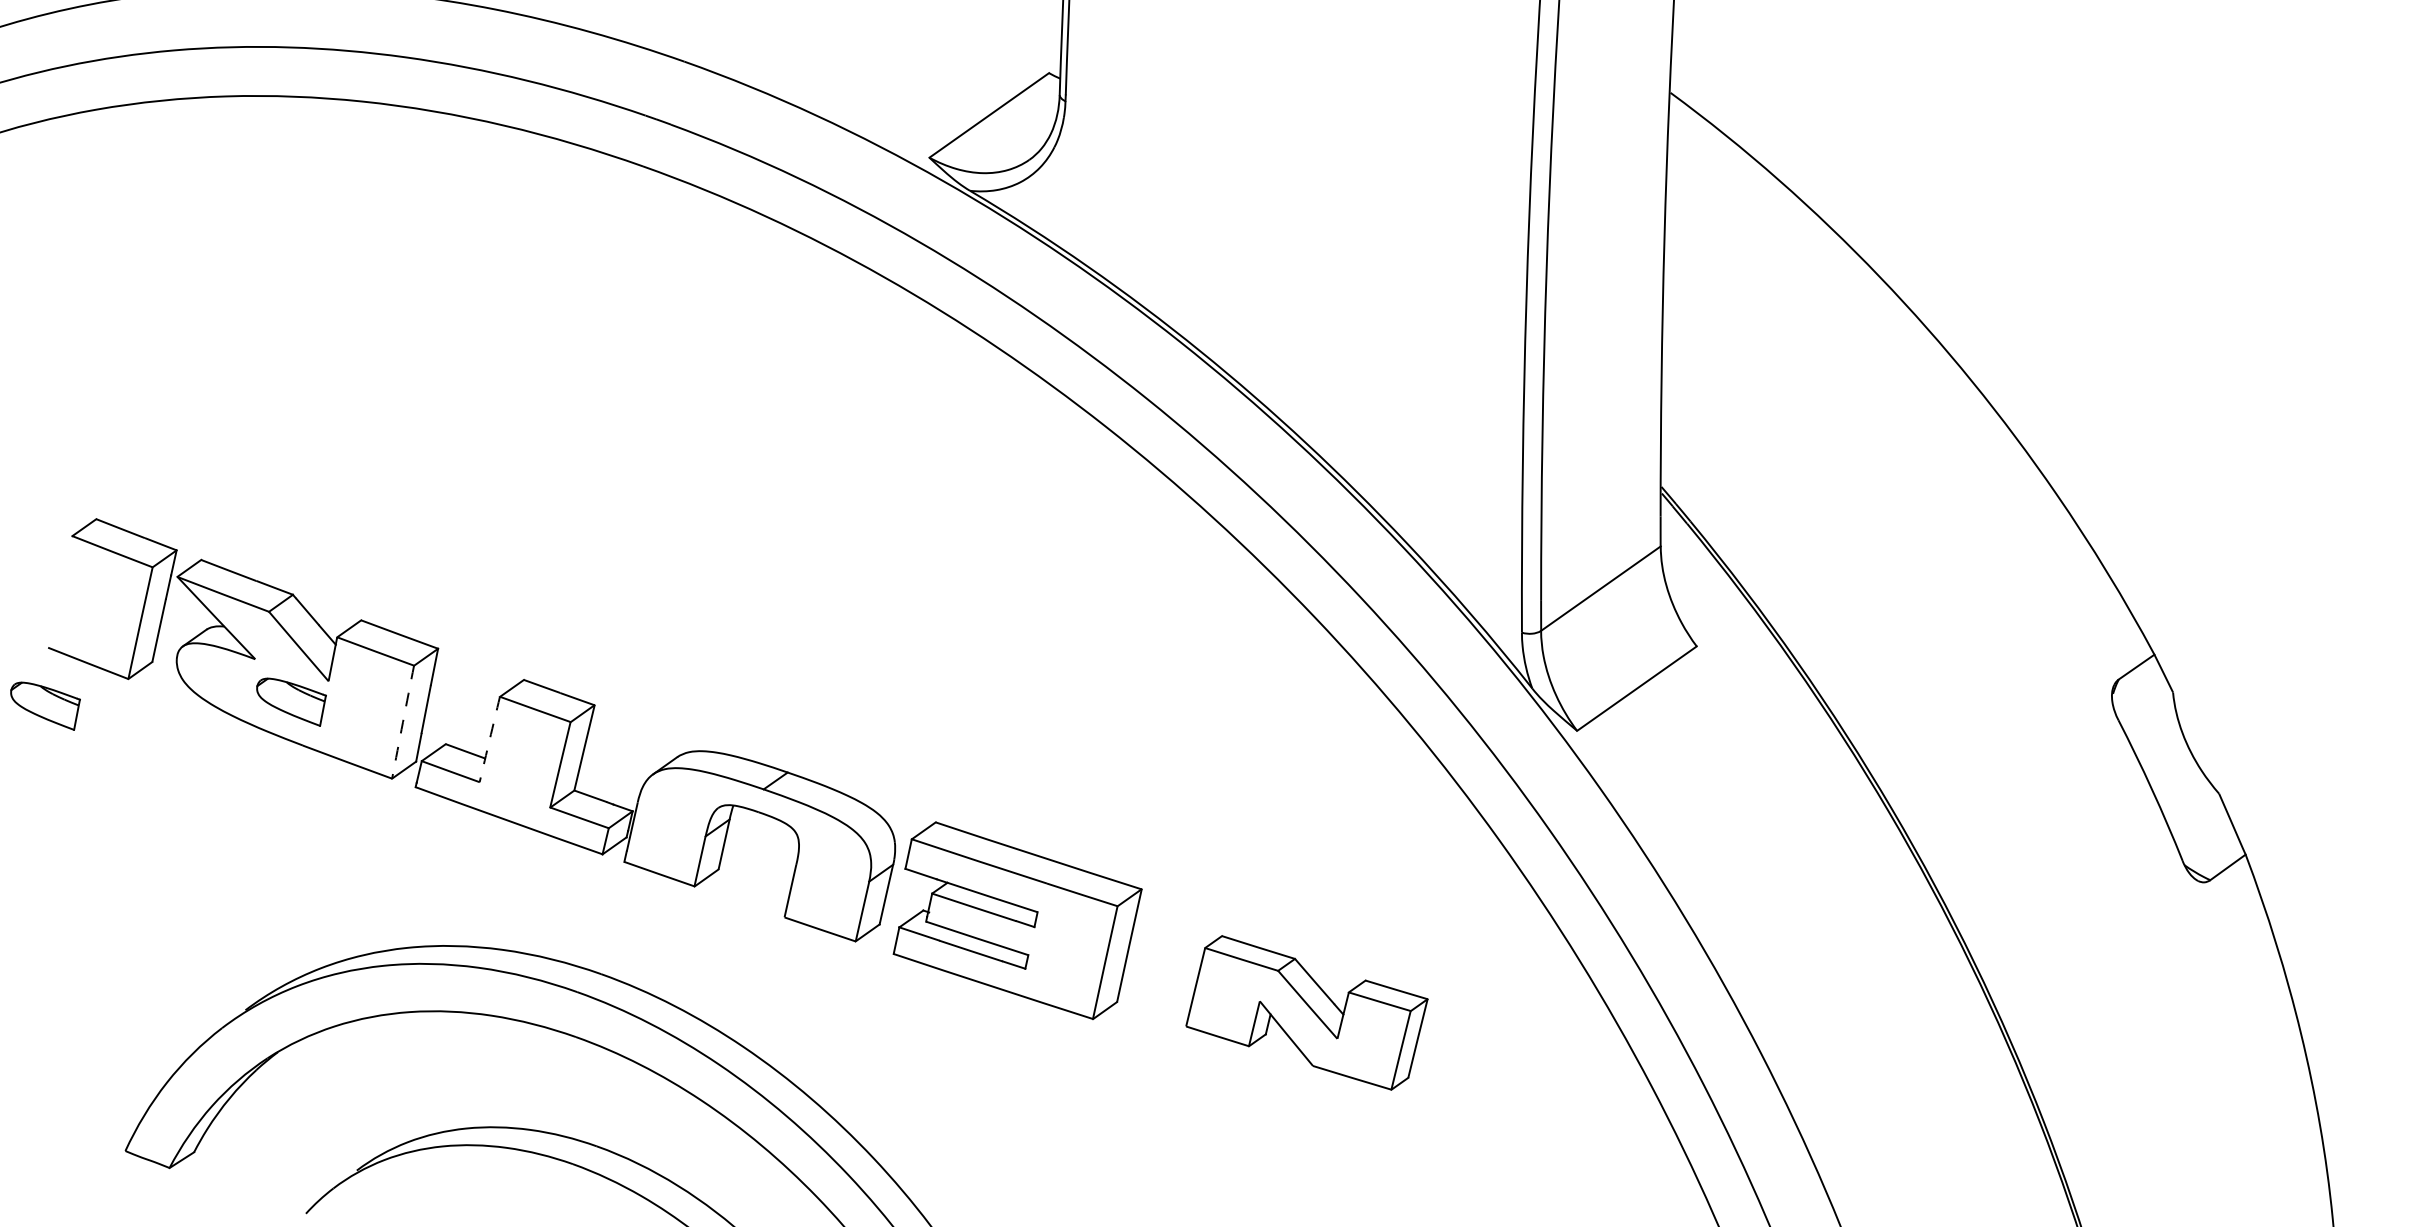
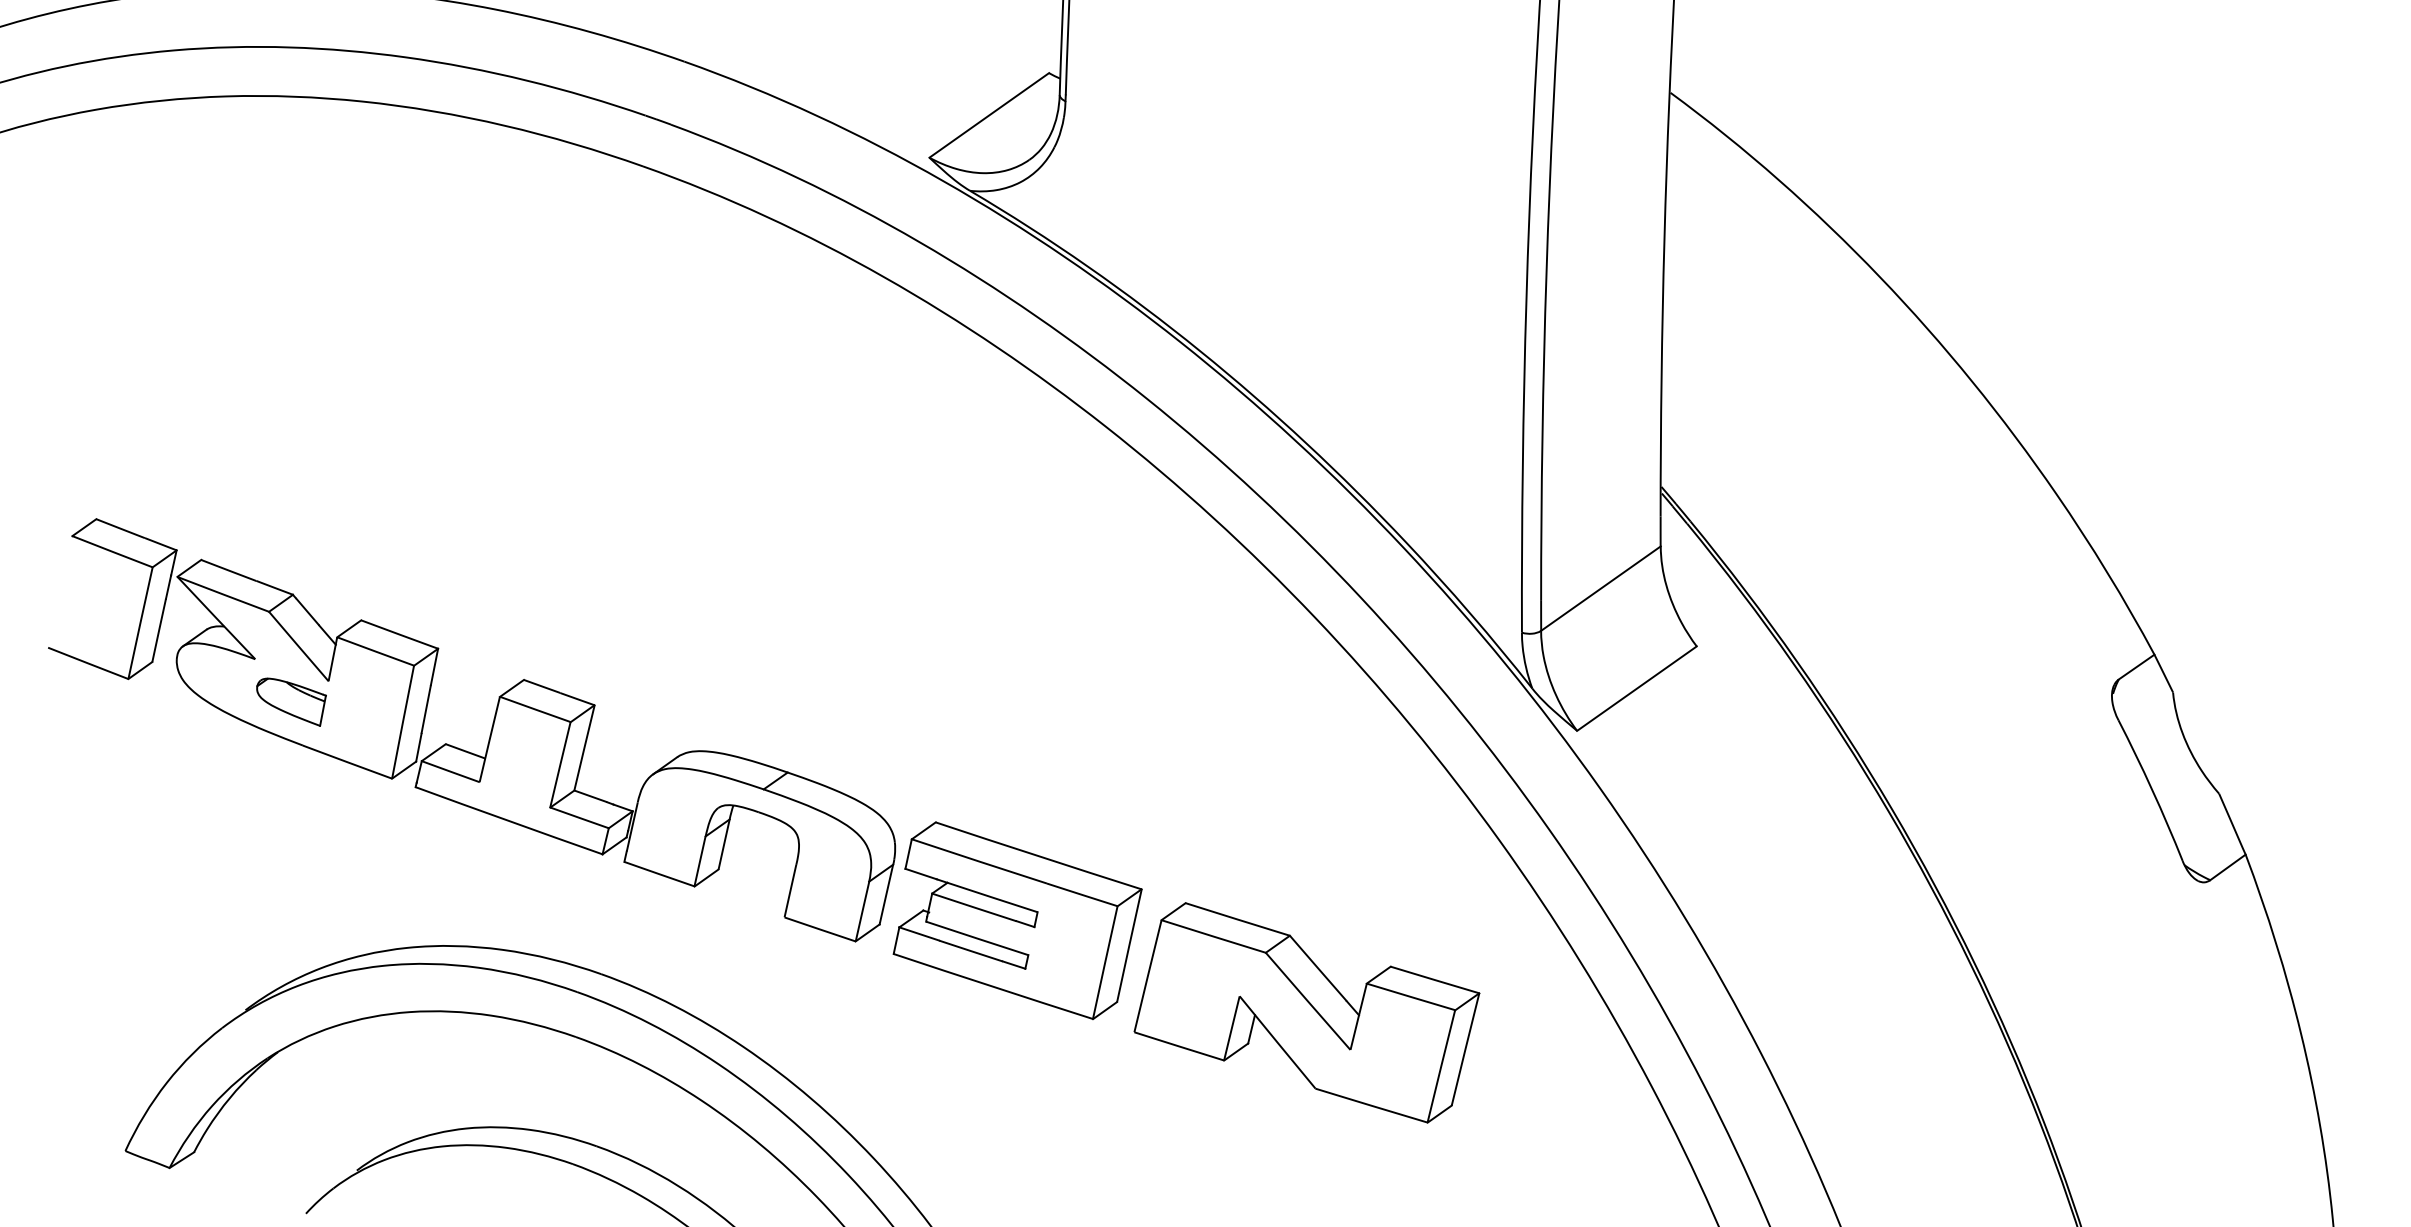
part at (45, 705): present -> none
arc at (403, 722): dashed -> solid
arc at (489, 739): dashed -> solid
part at (1306, 1012) size: 244x156 px -> 348x222 px
